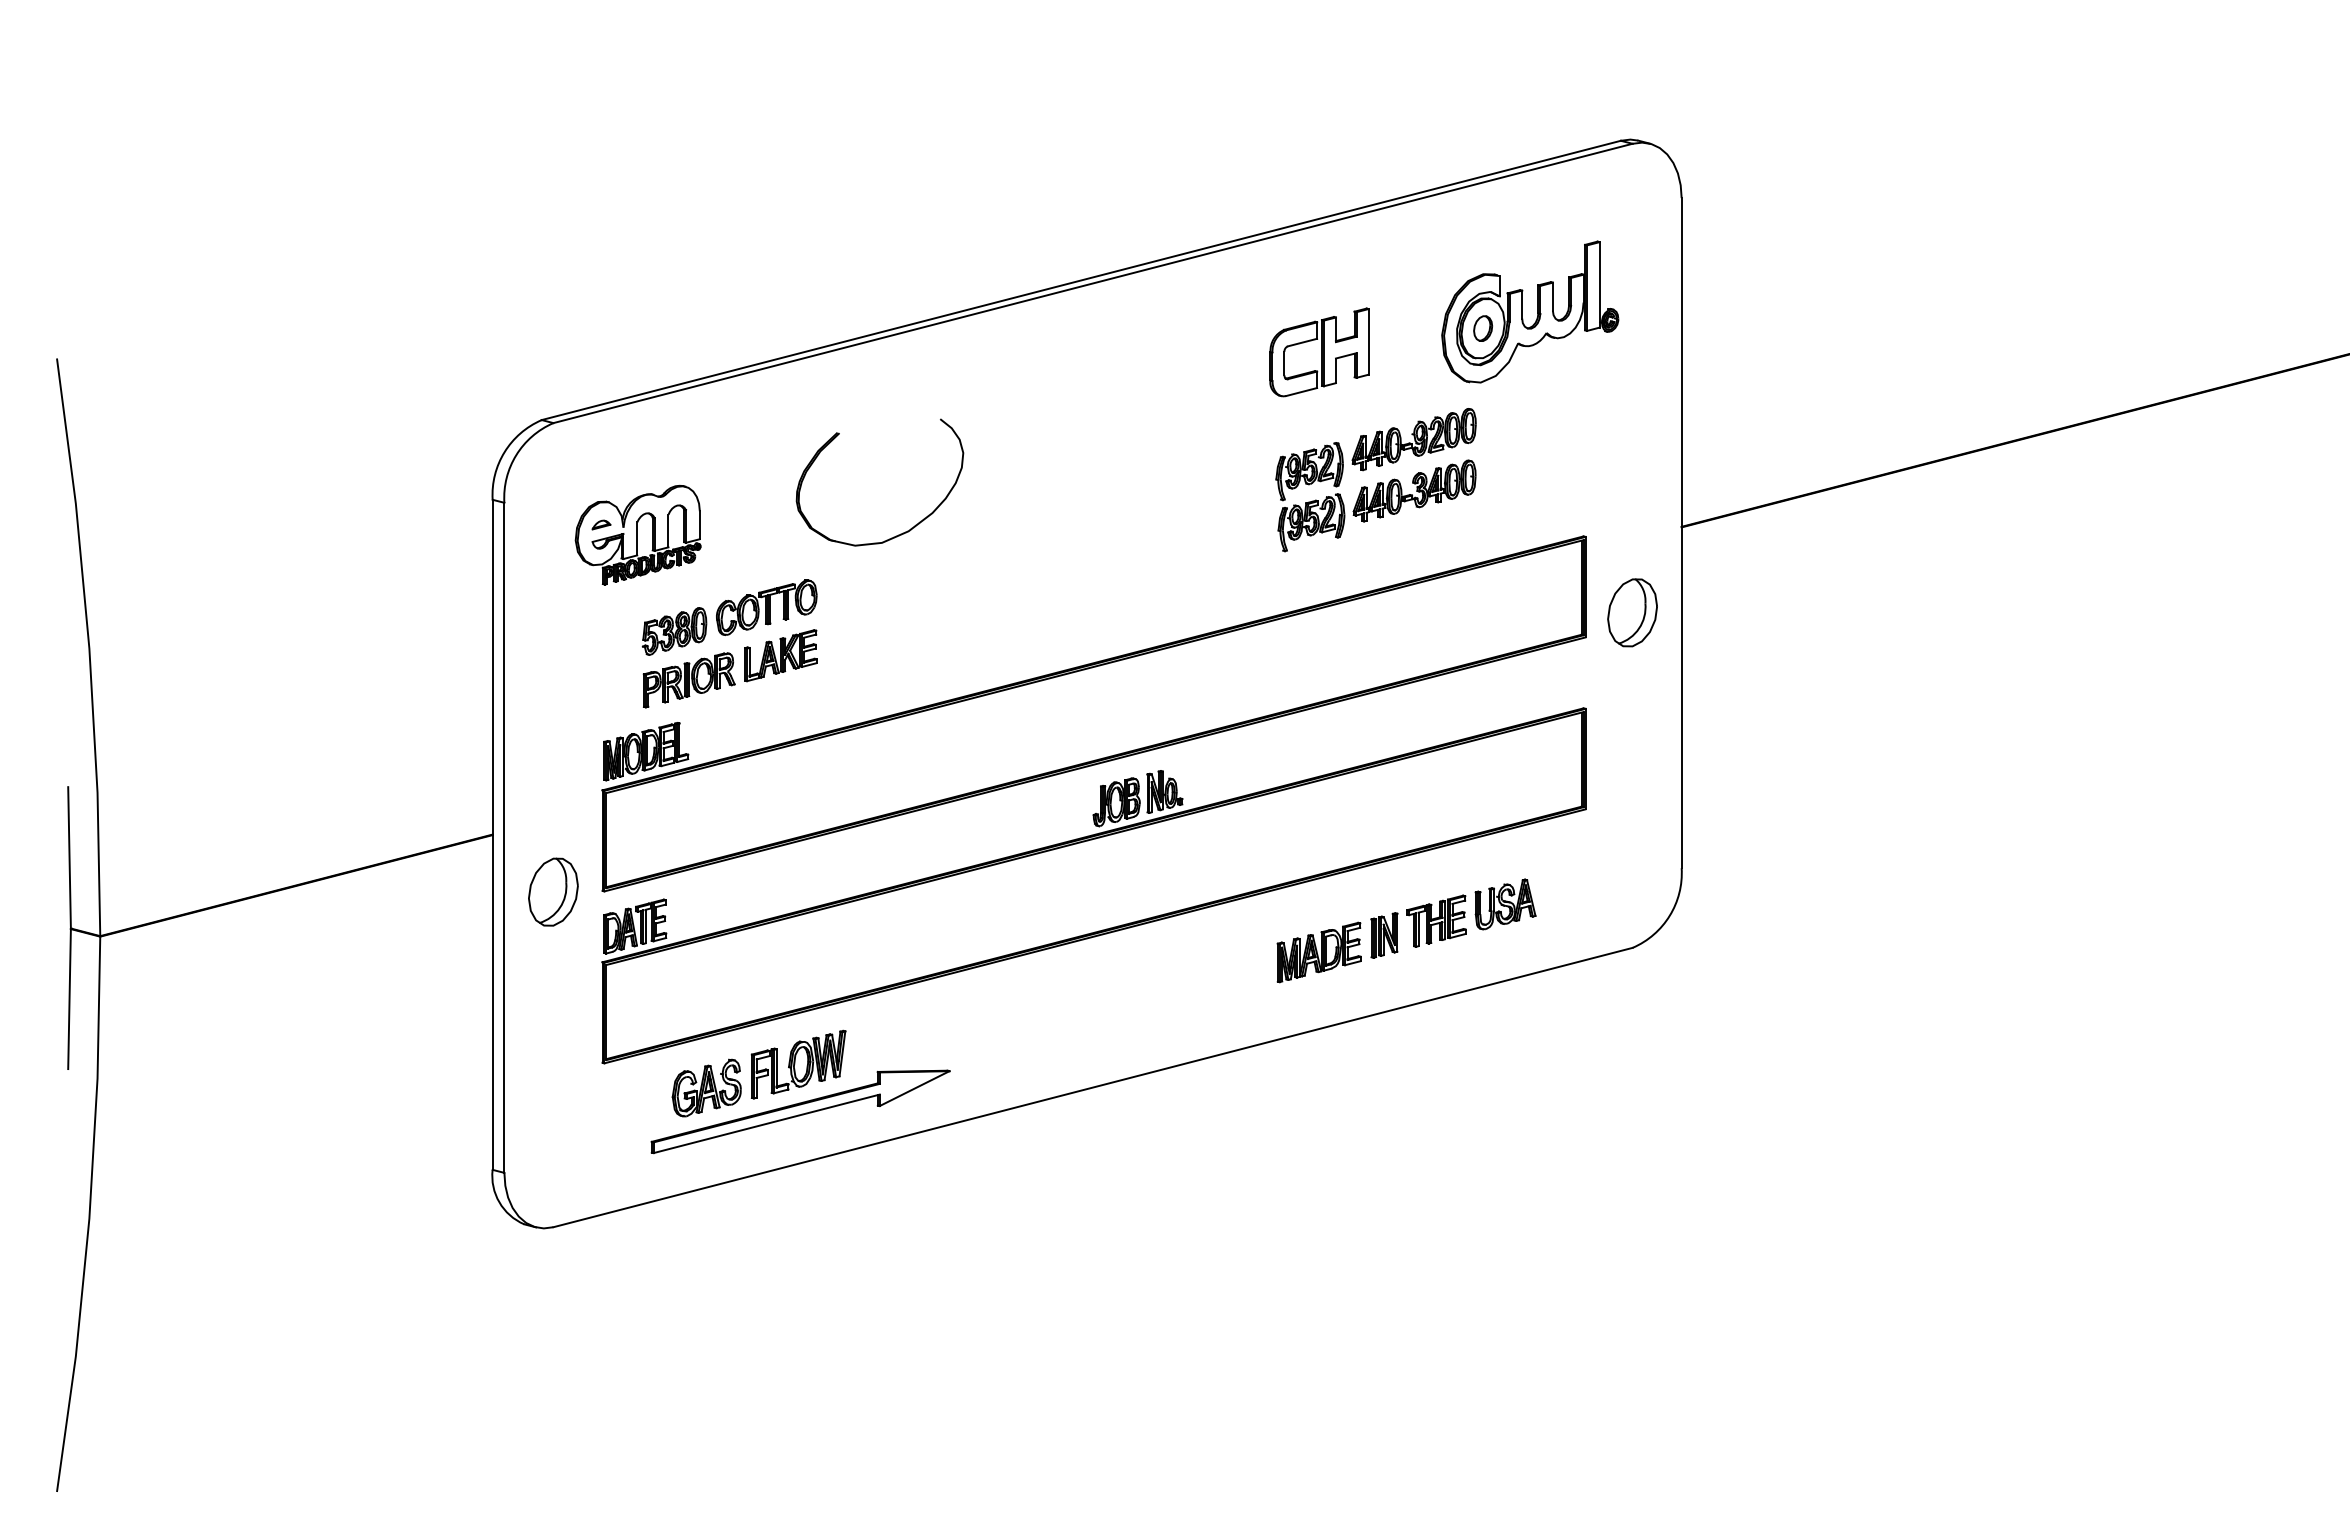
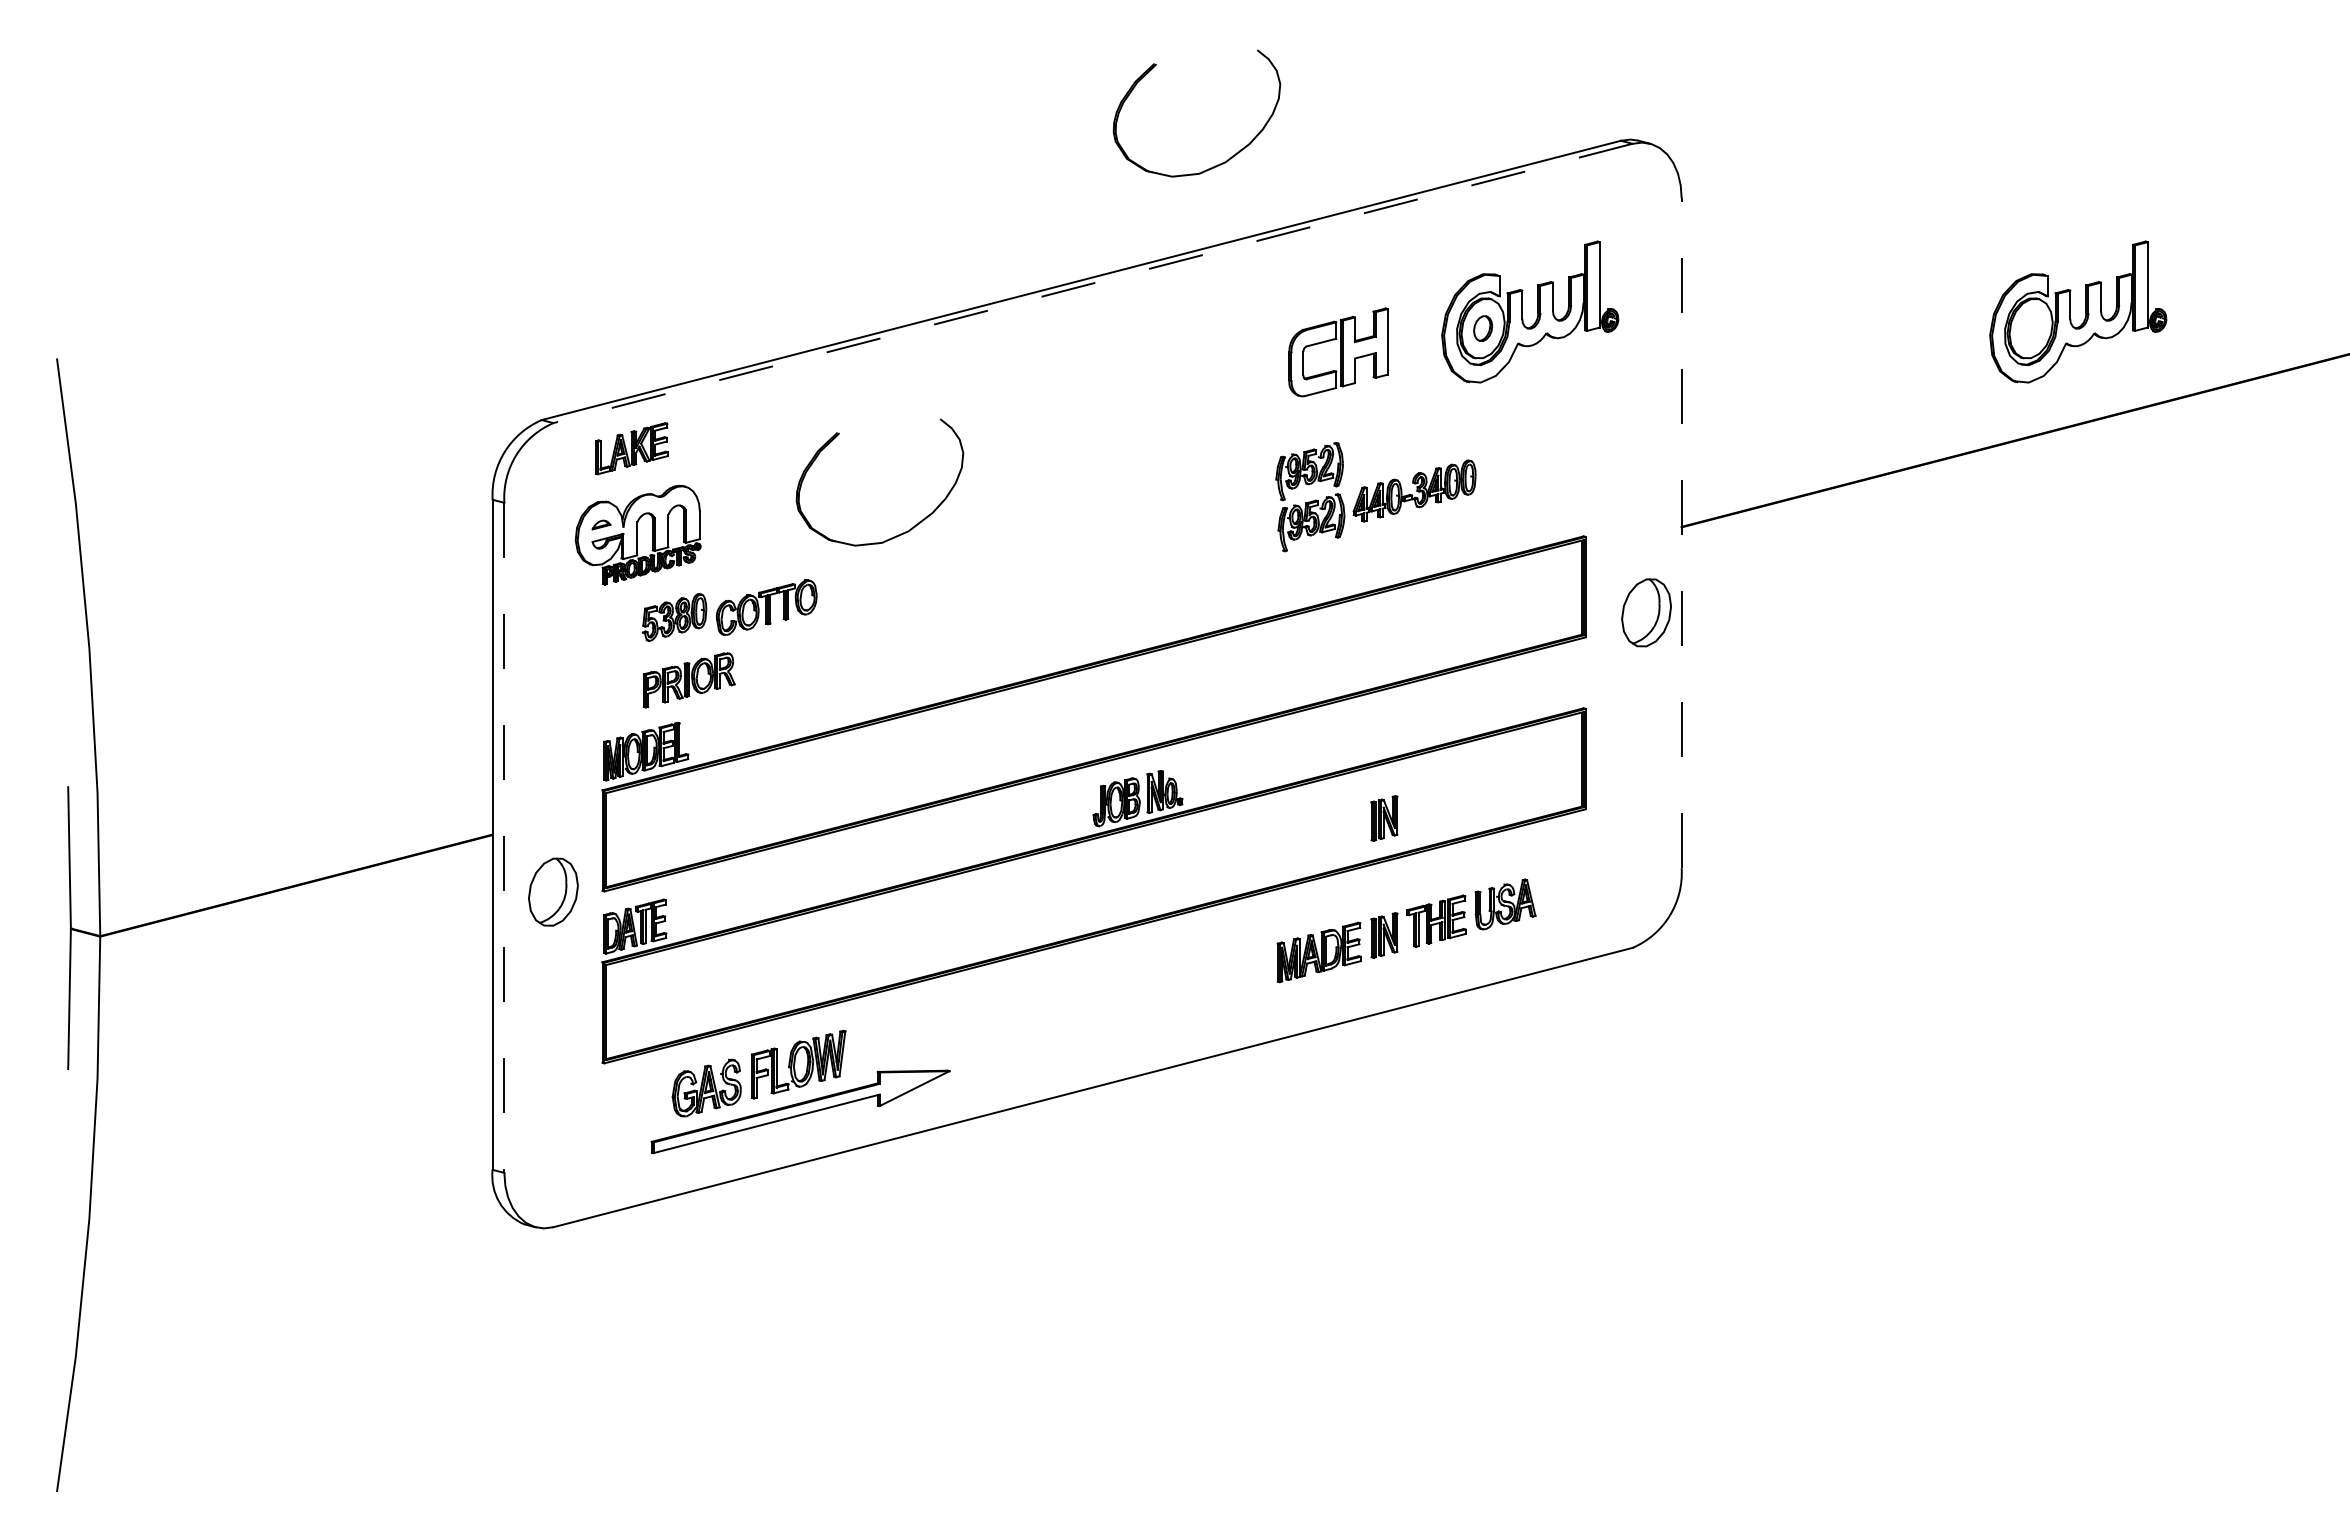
part at (1217, 164): none -> present
line at (1092, 283): solid -> dashed
part at (2085, 311): none -> present
part at (1319, 352) position: (1319, 352) -> (1338, 352)
part at (1413, 439): present -> none
line at (1681, 532): solid -> dashed
part at (1632, 612) position: (1632, 612) -> (1646, 612)
part at (674, 631) position: (674, 631) -> (674, 617)
part at (780, 655) position: (780, 655) -> (631, 448)
part at (1384, 818): none -> present
line at (504, 838): solid -> dashed
